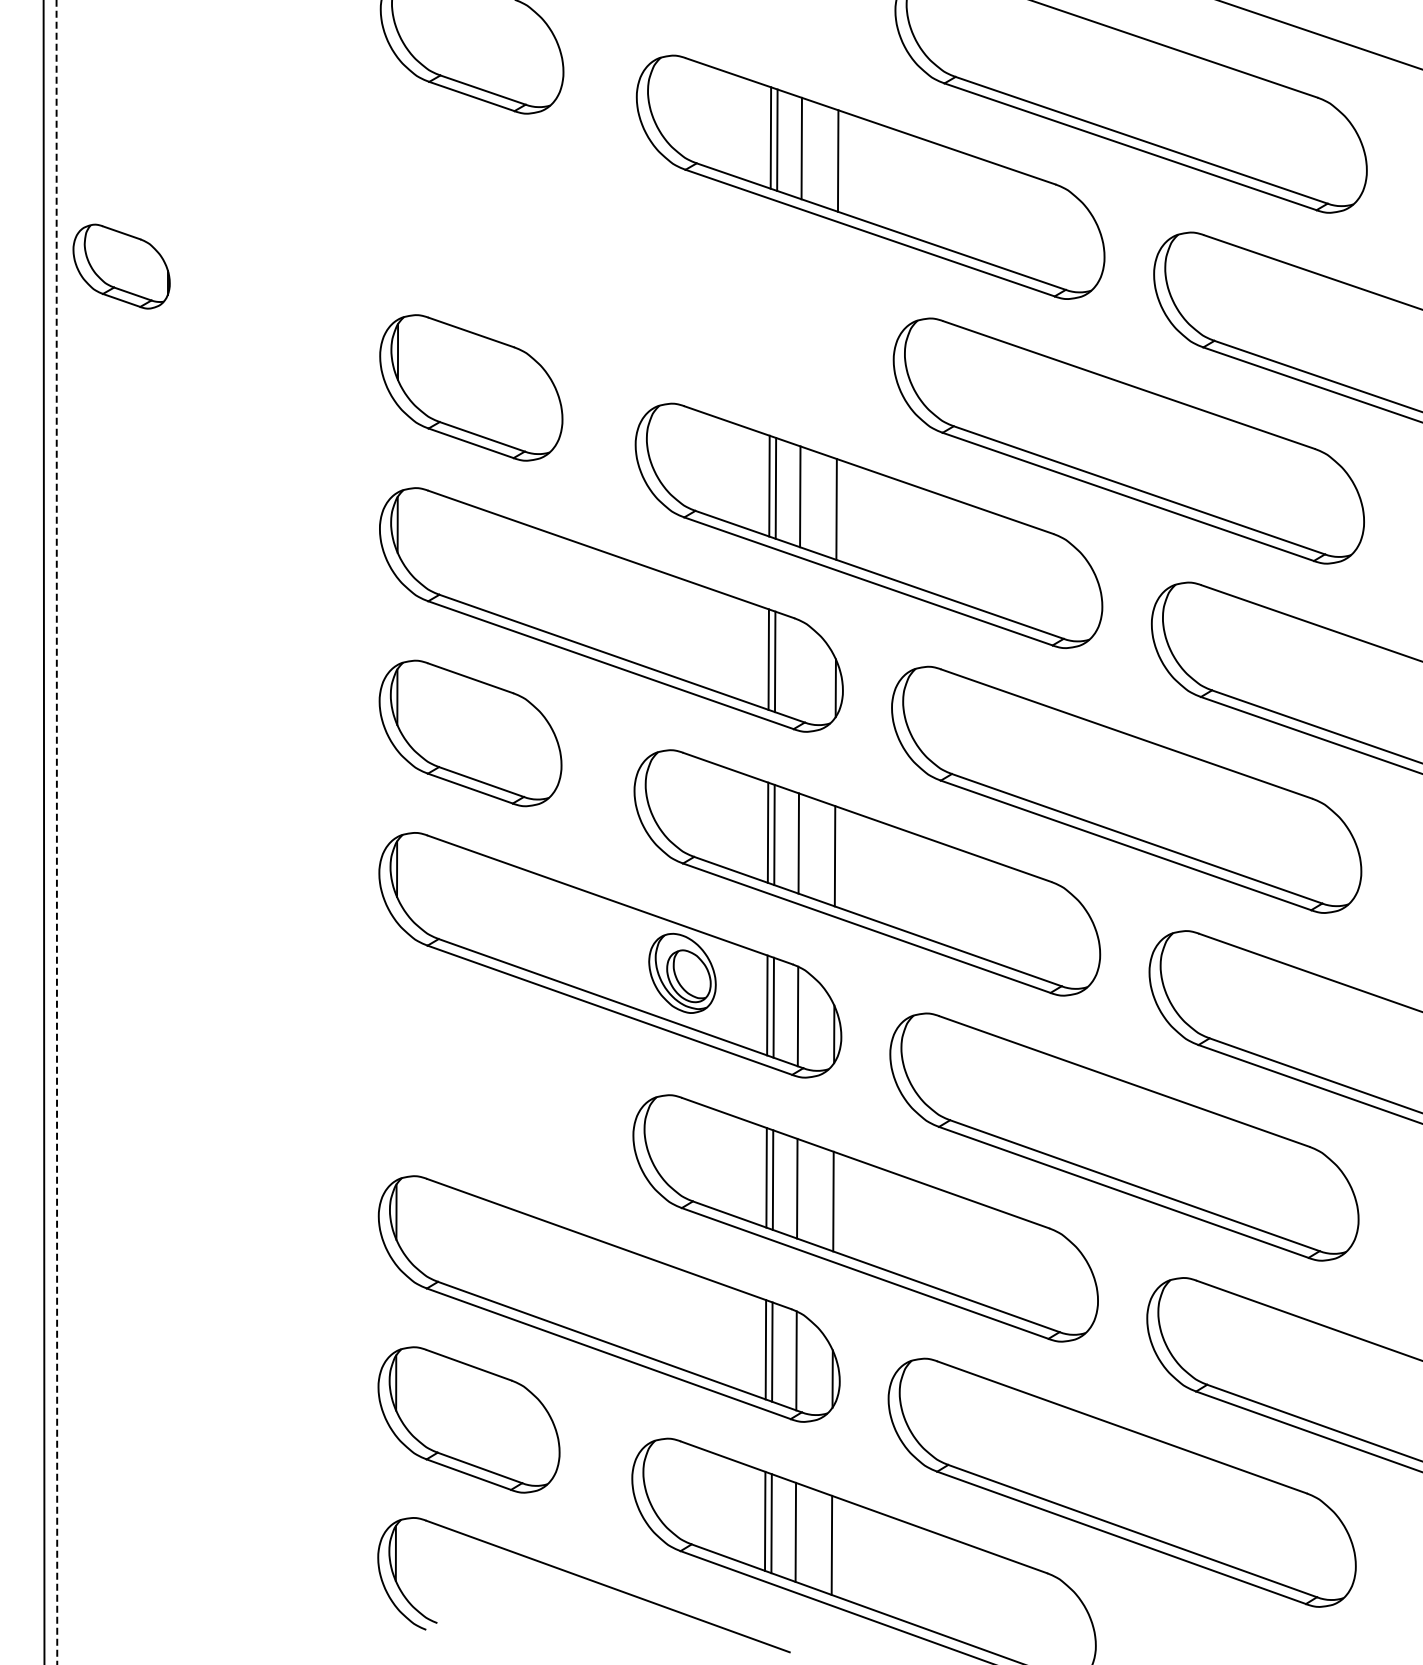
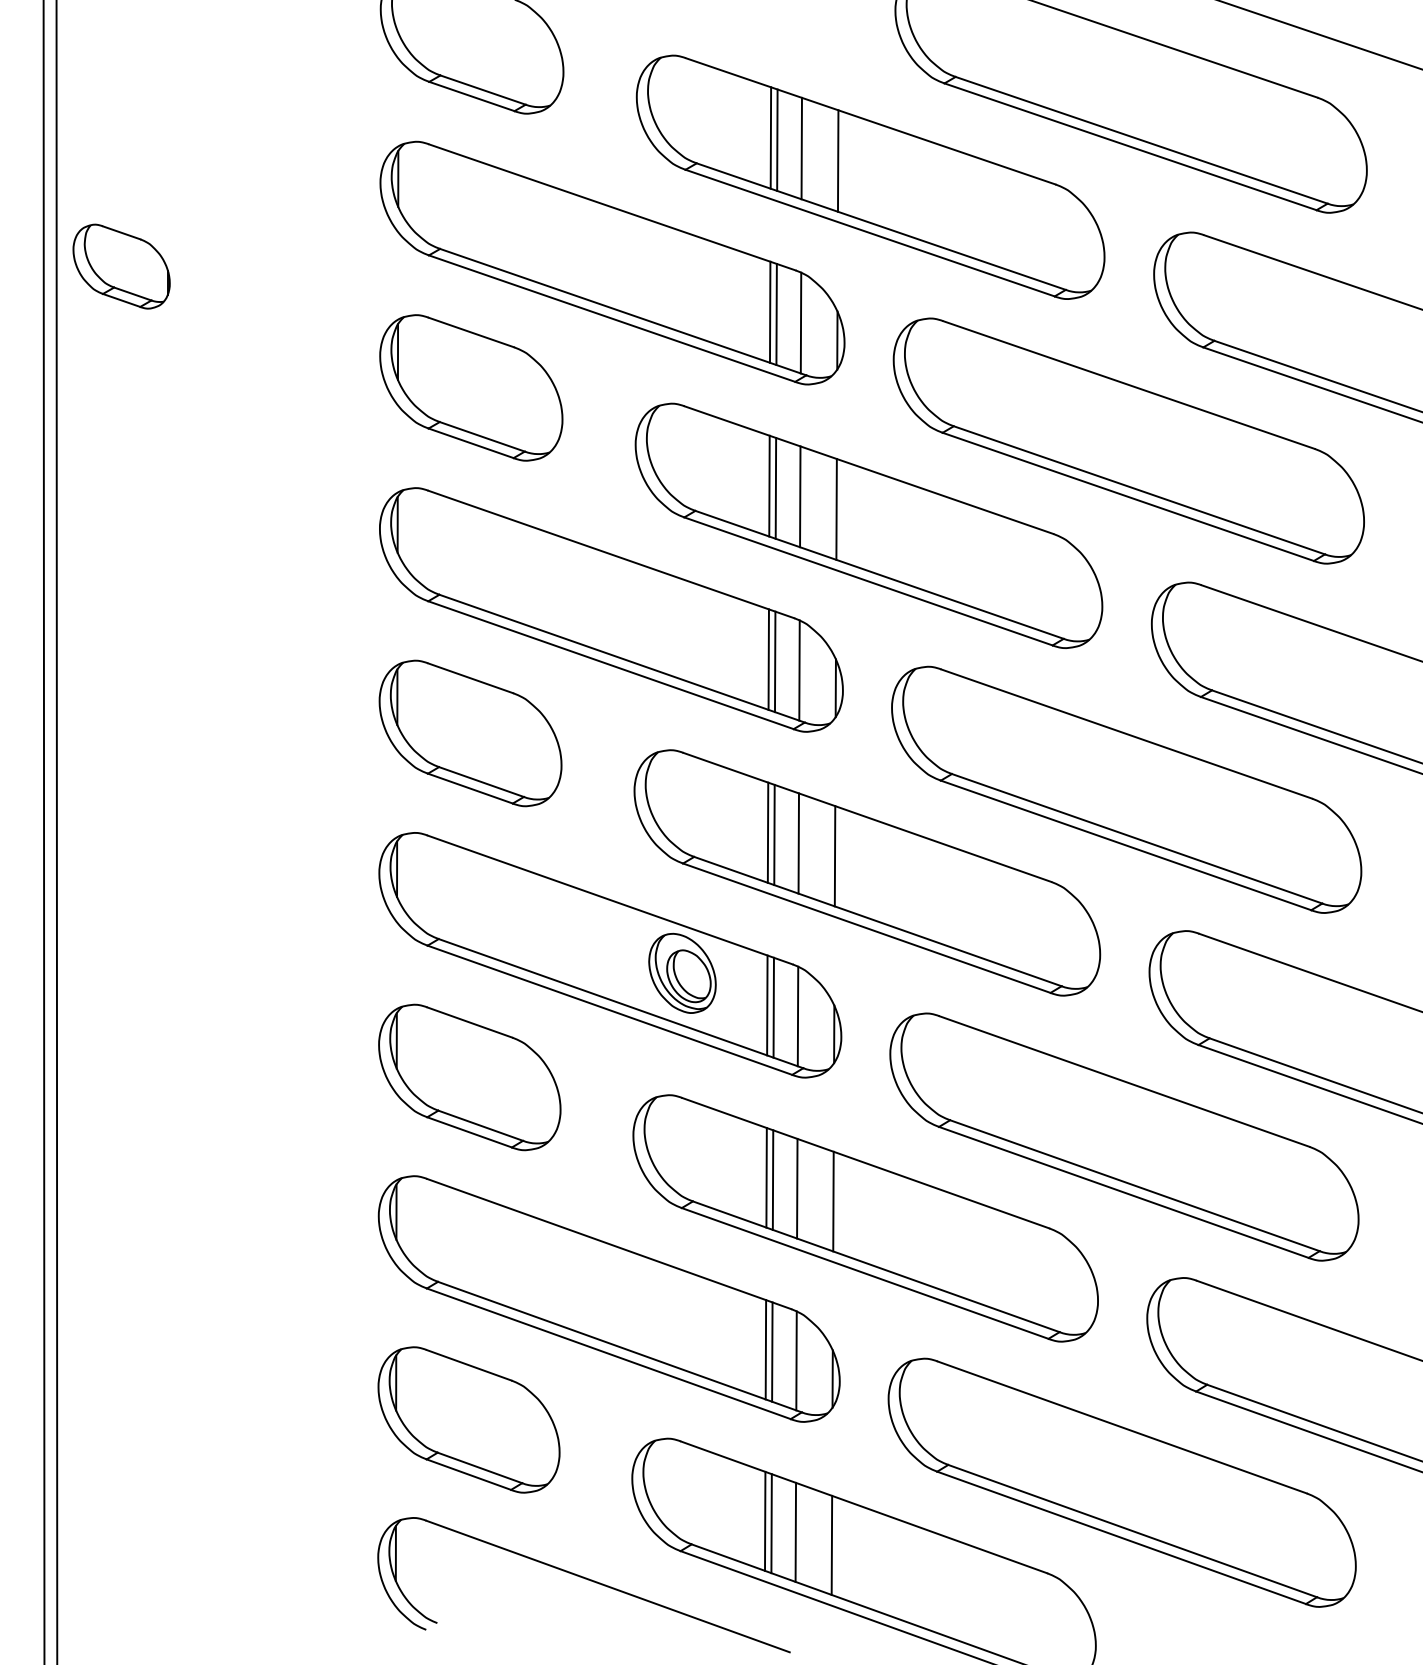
part at (612, 262): none -> present
line at (799, 670): none -> present
line at (56, 832): dashed -> solid
part at (469, 1077): none -> present
